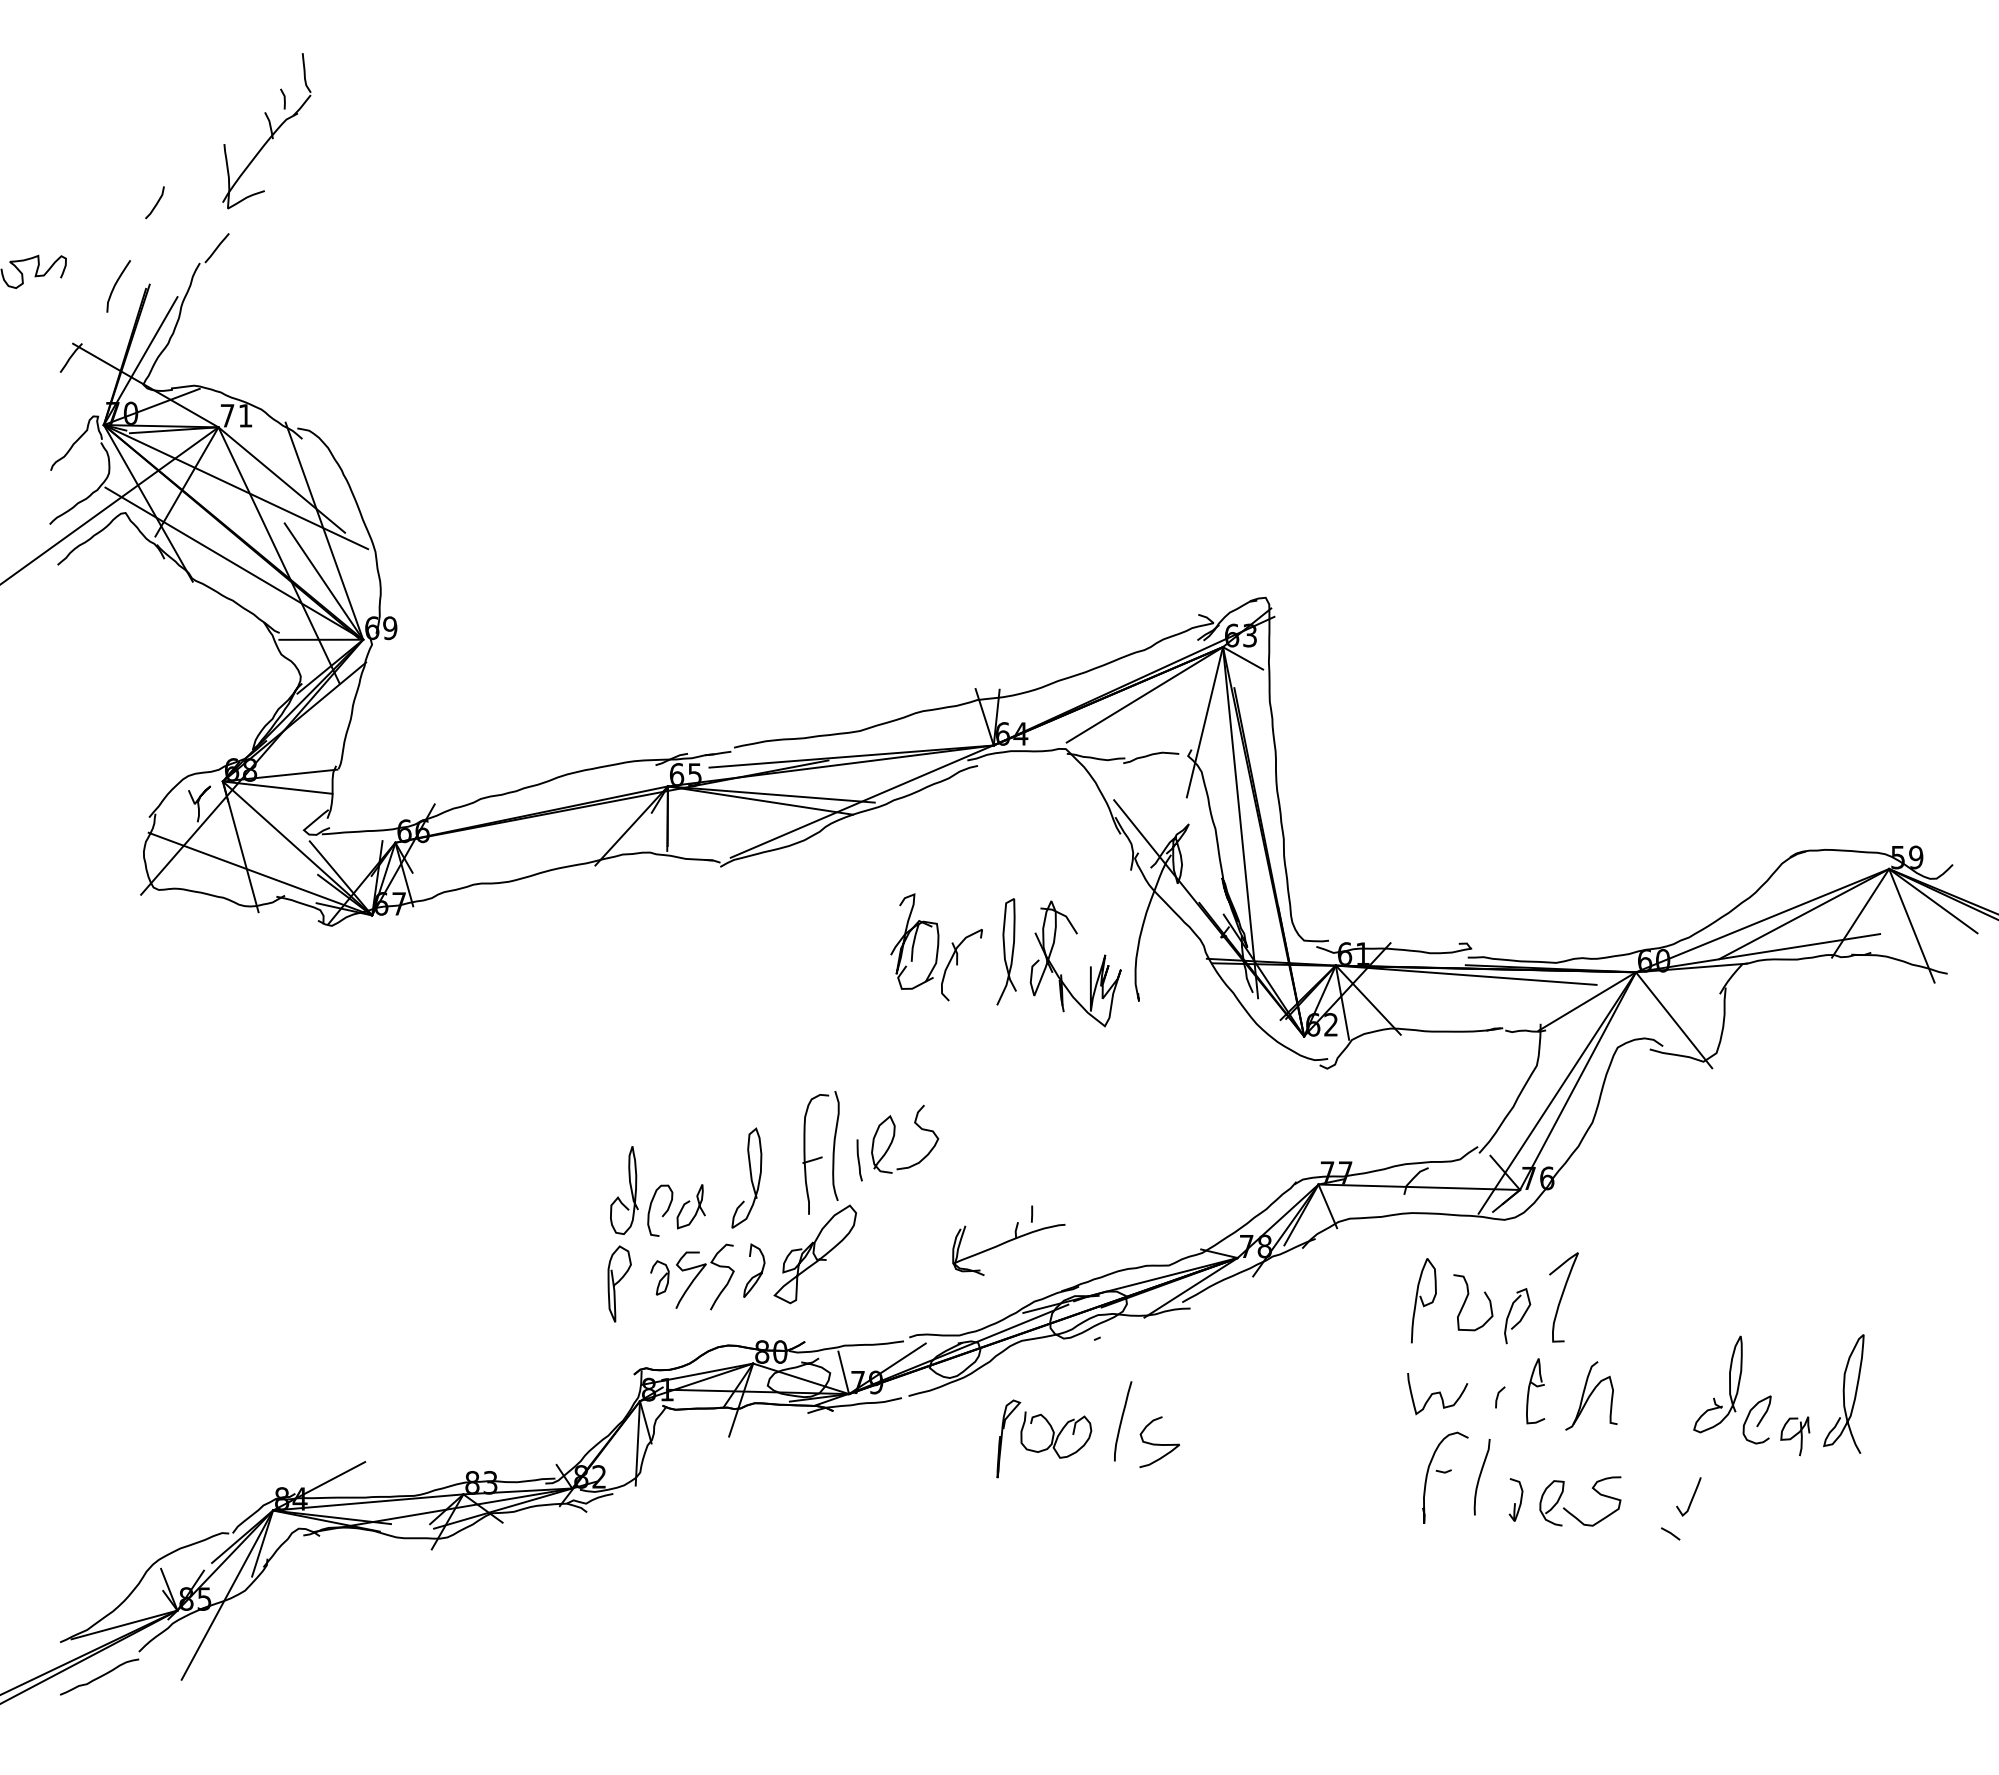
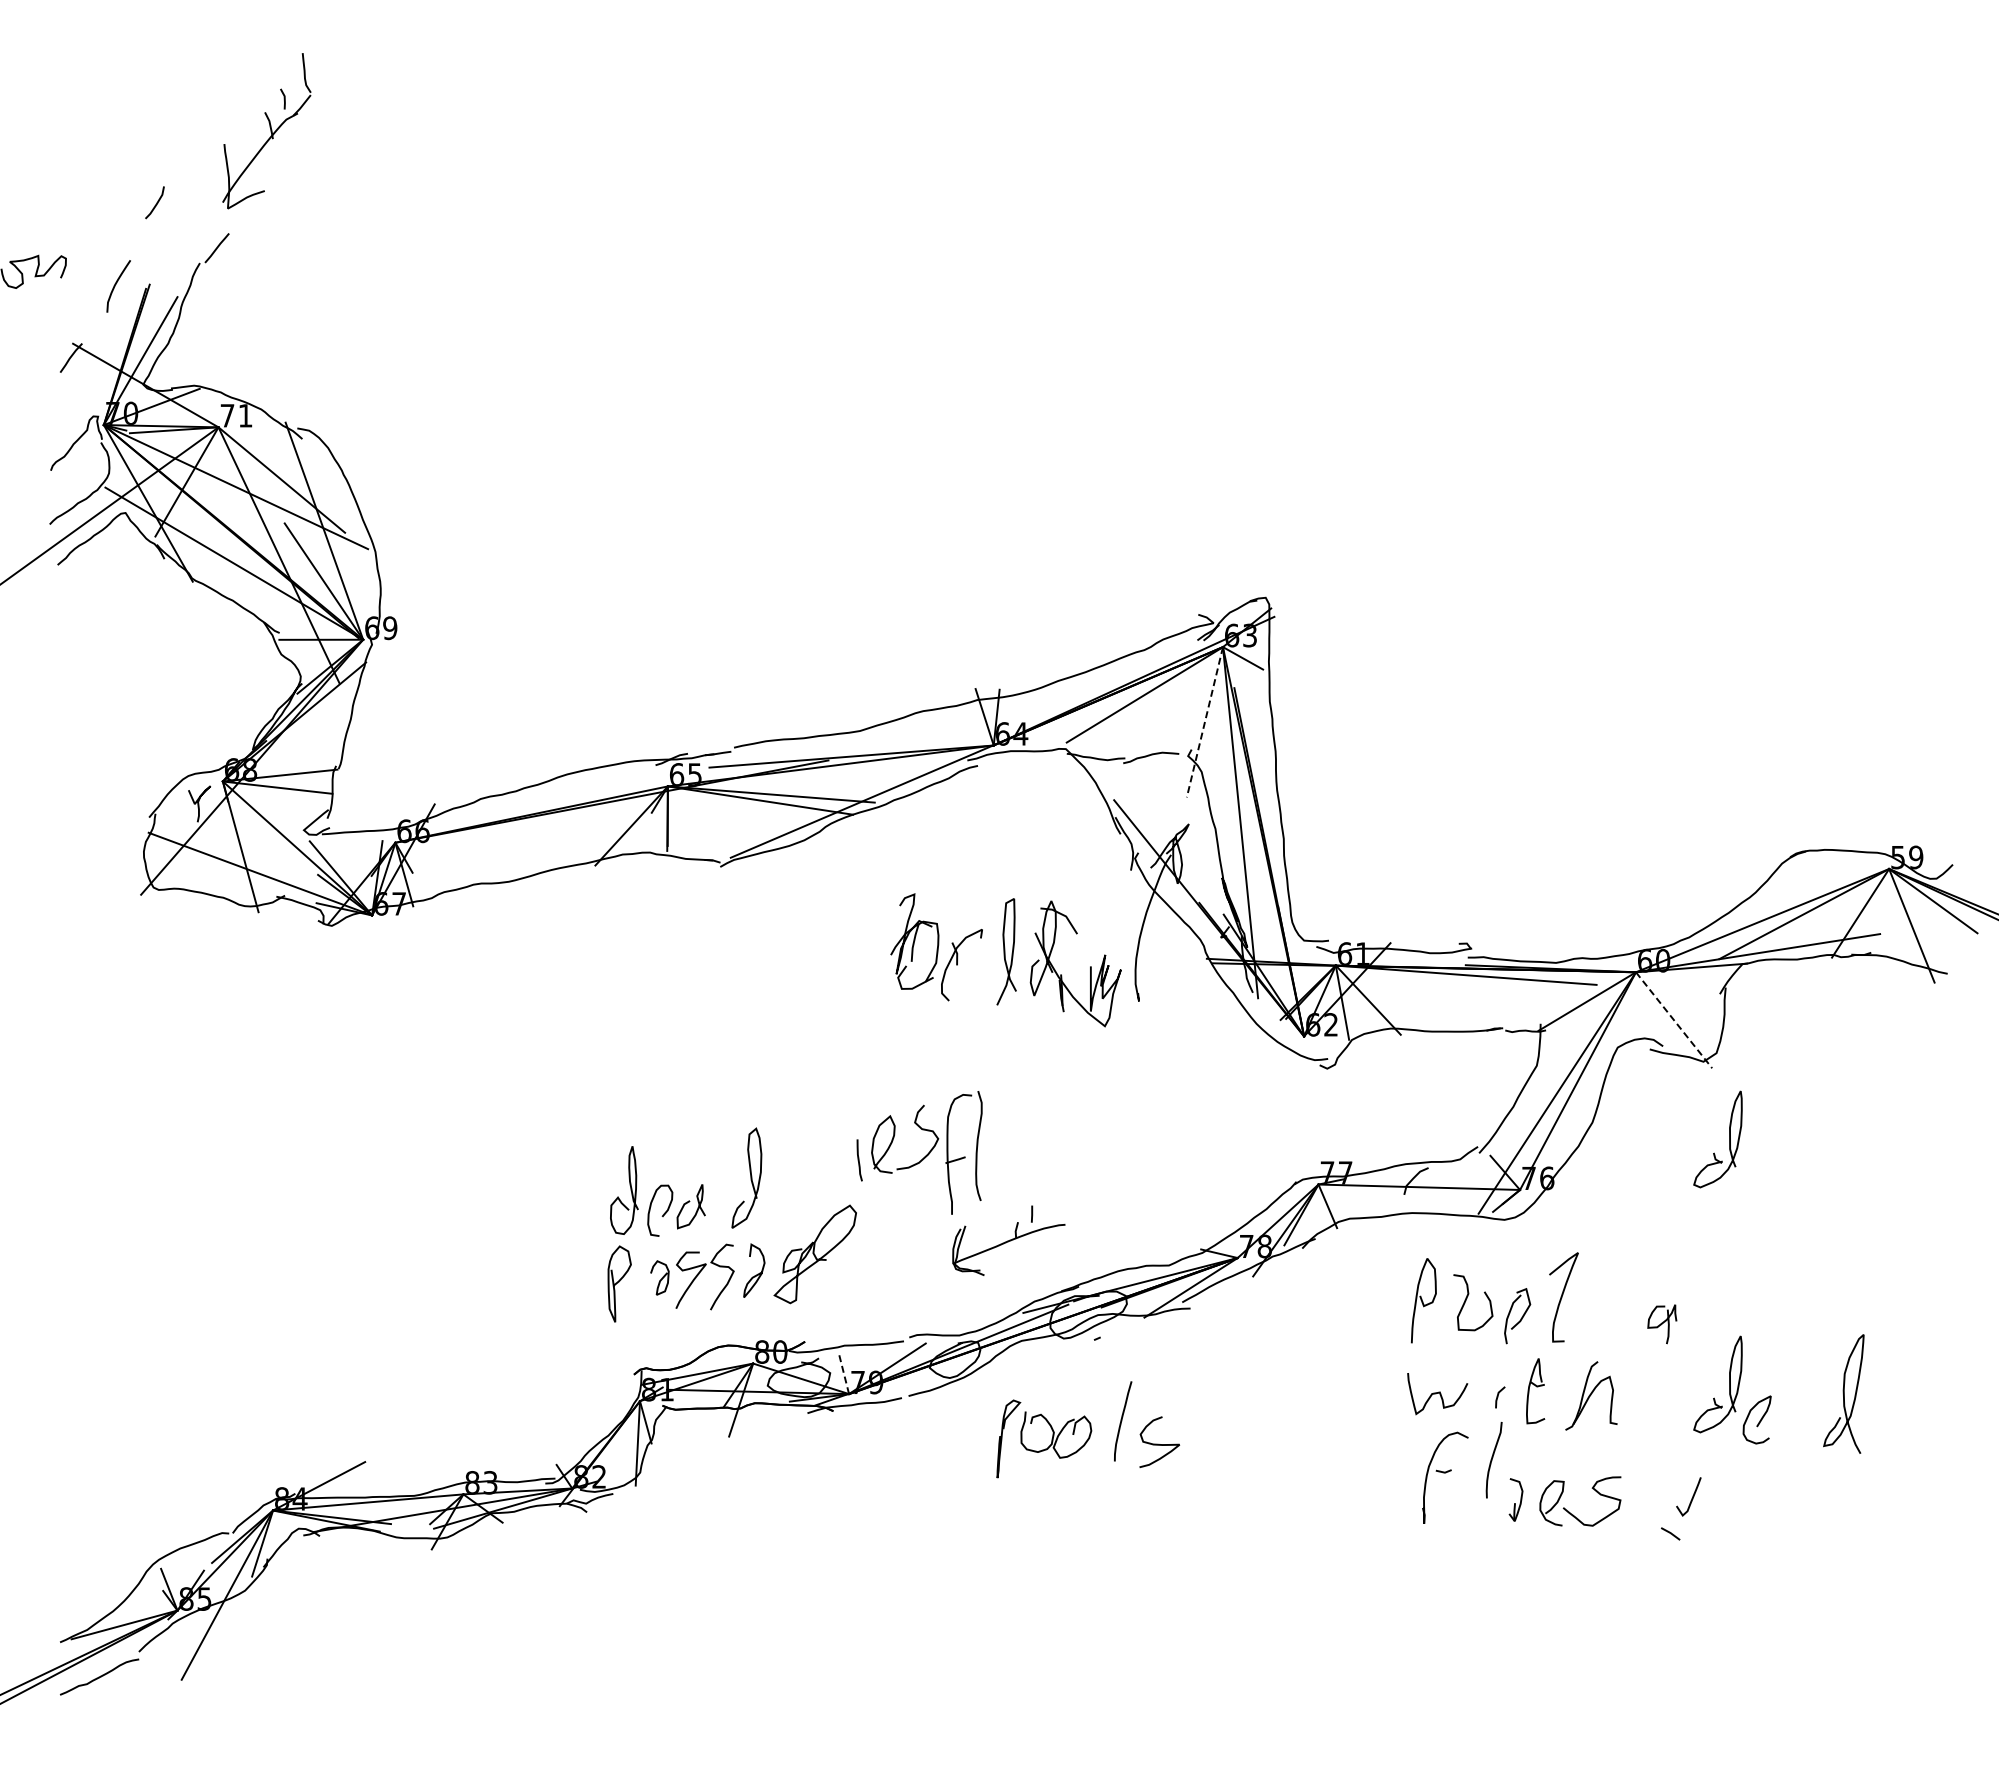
line at (1204, 722): solid -> dashed
line at (1674, 1020): solid -> dashed
part at (1729, 1139): none -> present
part at (820, 1152) position: (820, 1152) -> (963, 1152)
line at (843, 1372): solid -> dashed
part at (1795, 1436) position: (1795, 1436) -> (1662, 1324)
curve at (1480, 1477) position: (1480, 1477) -> (1492, 1460)
